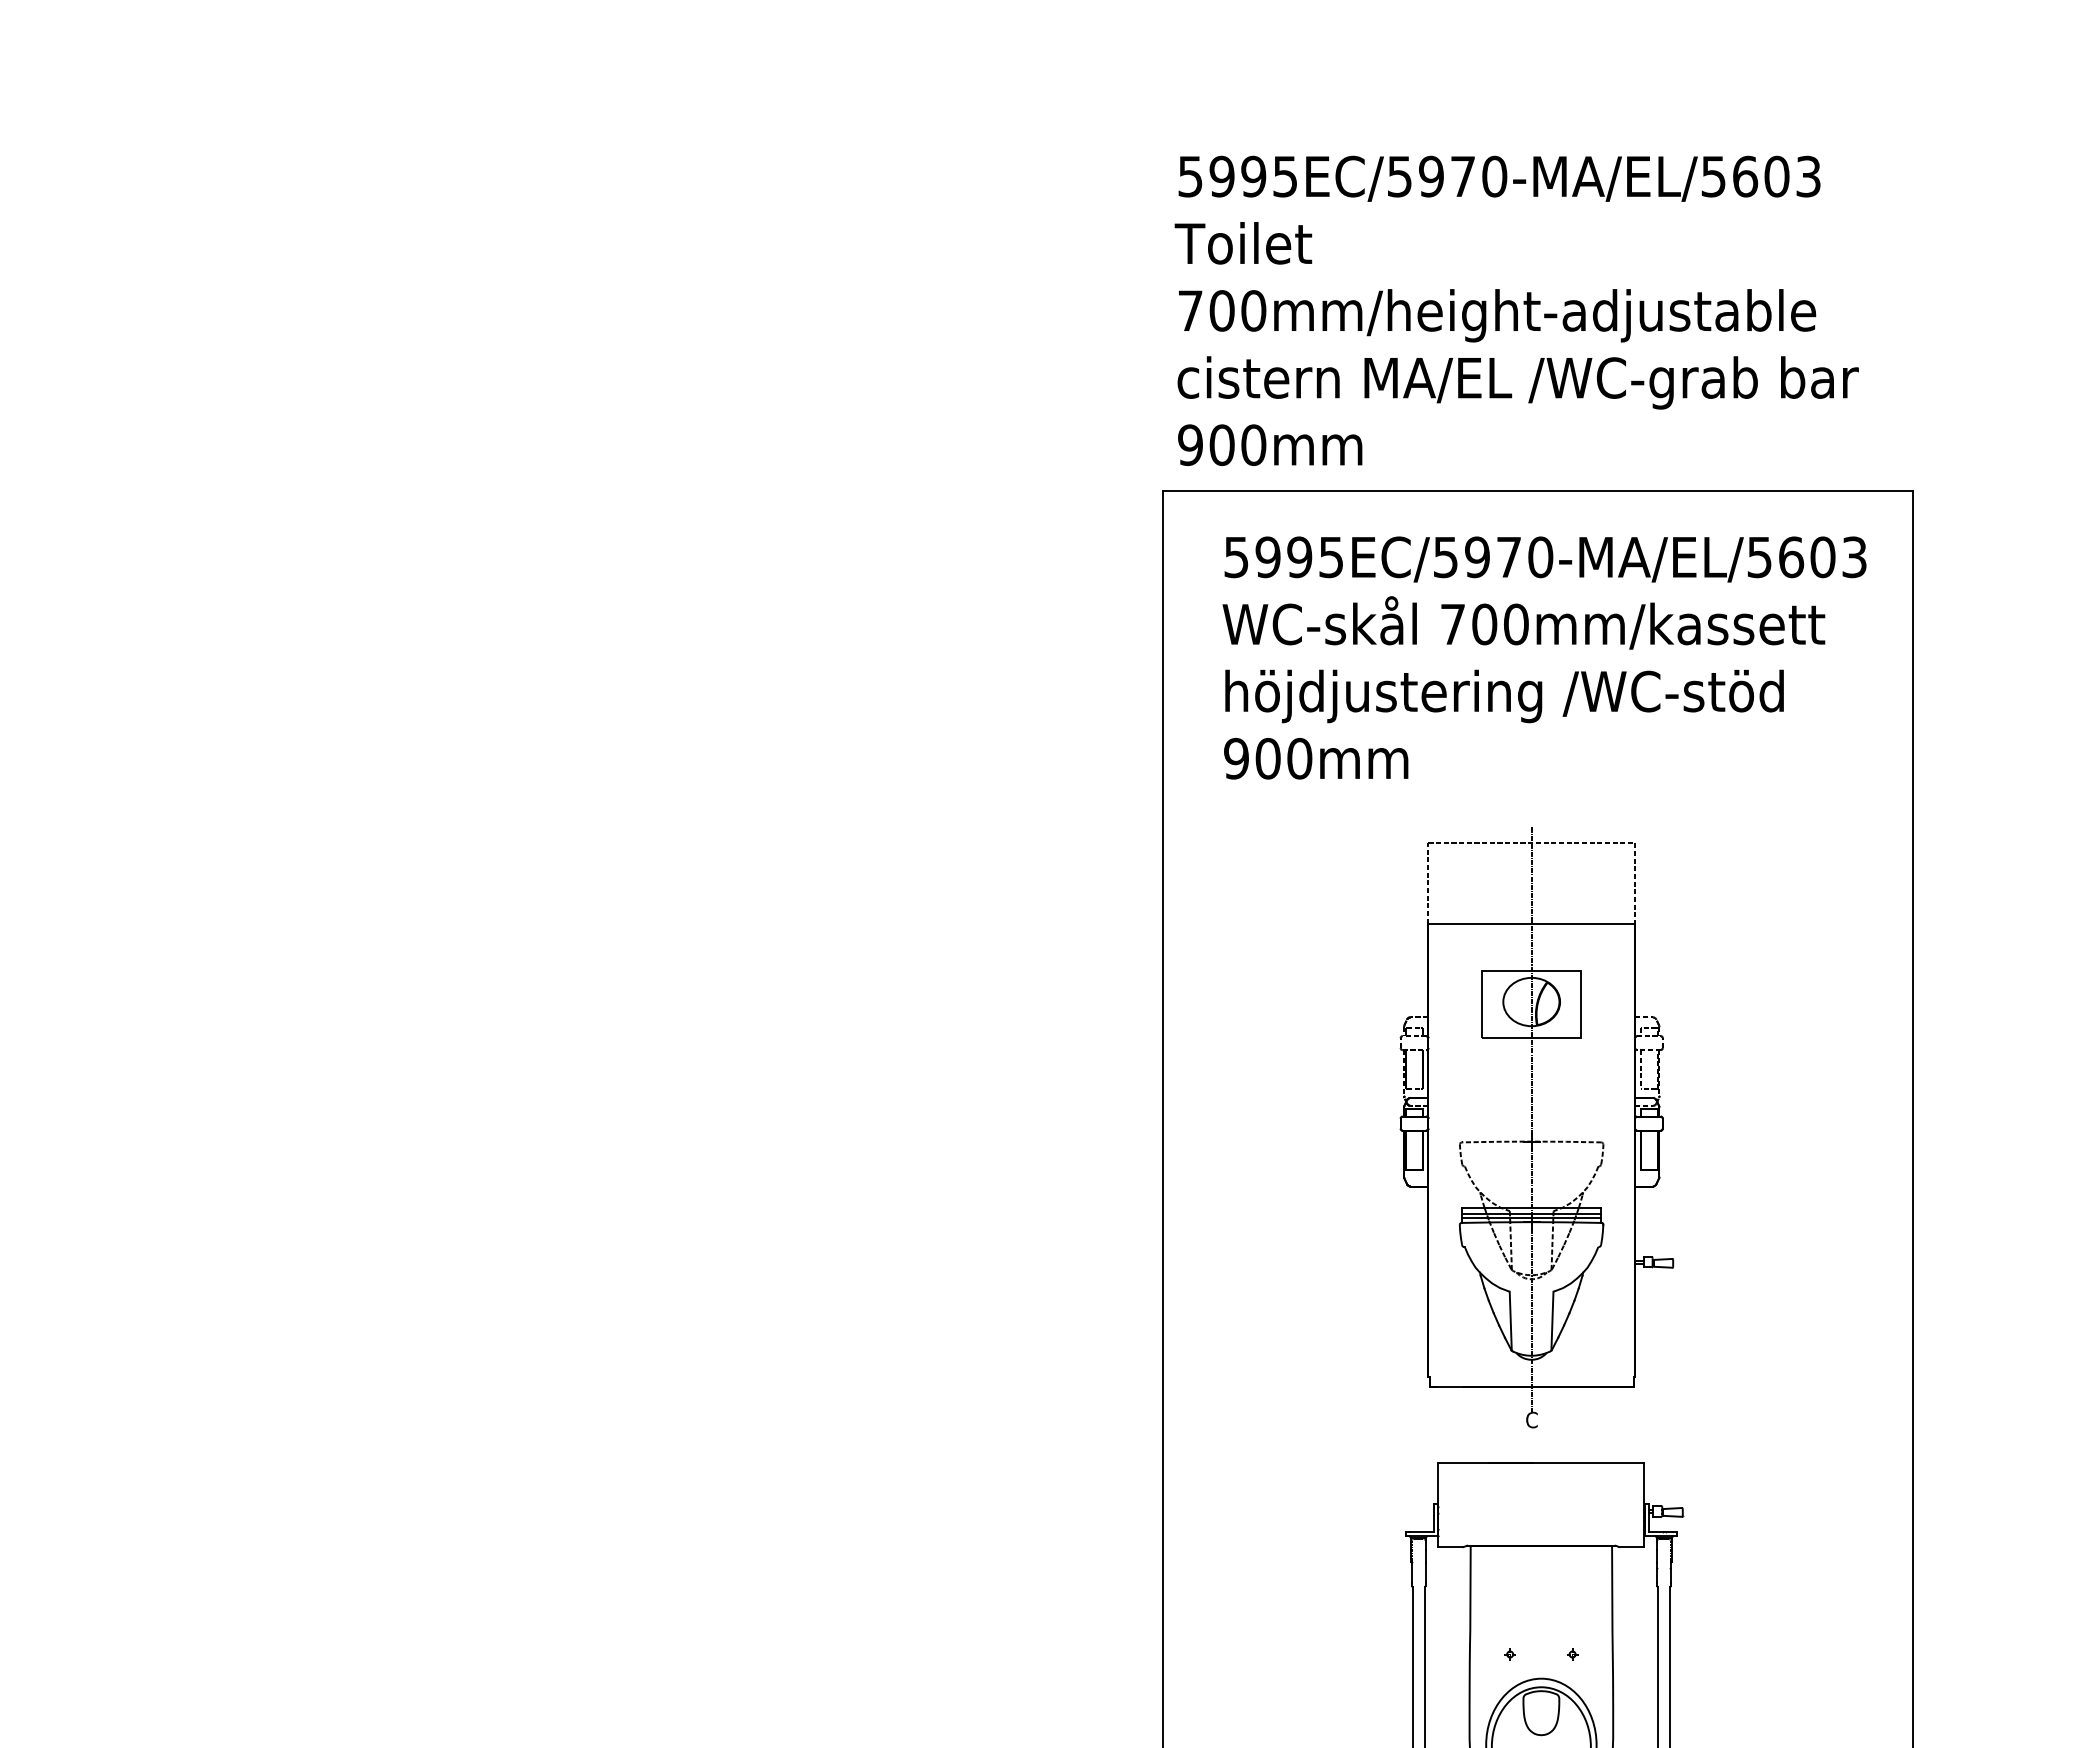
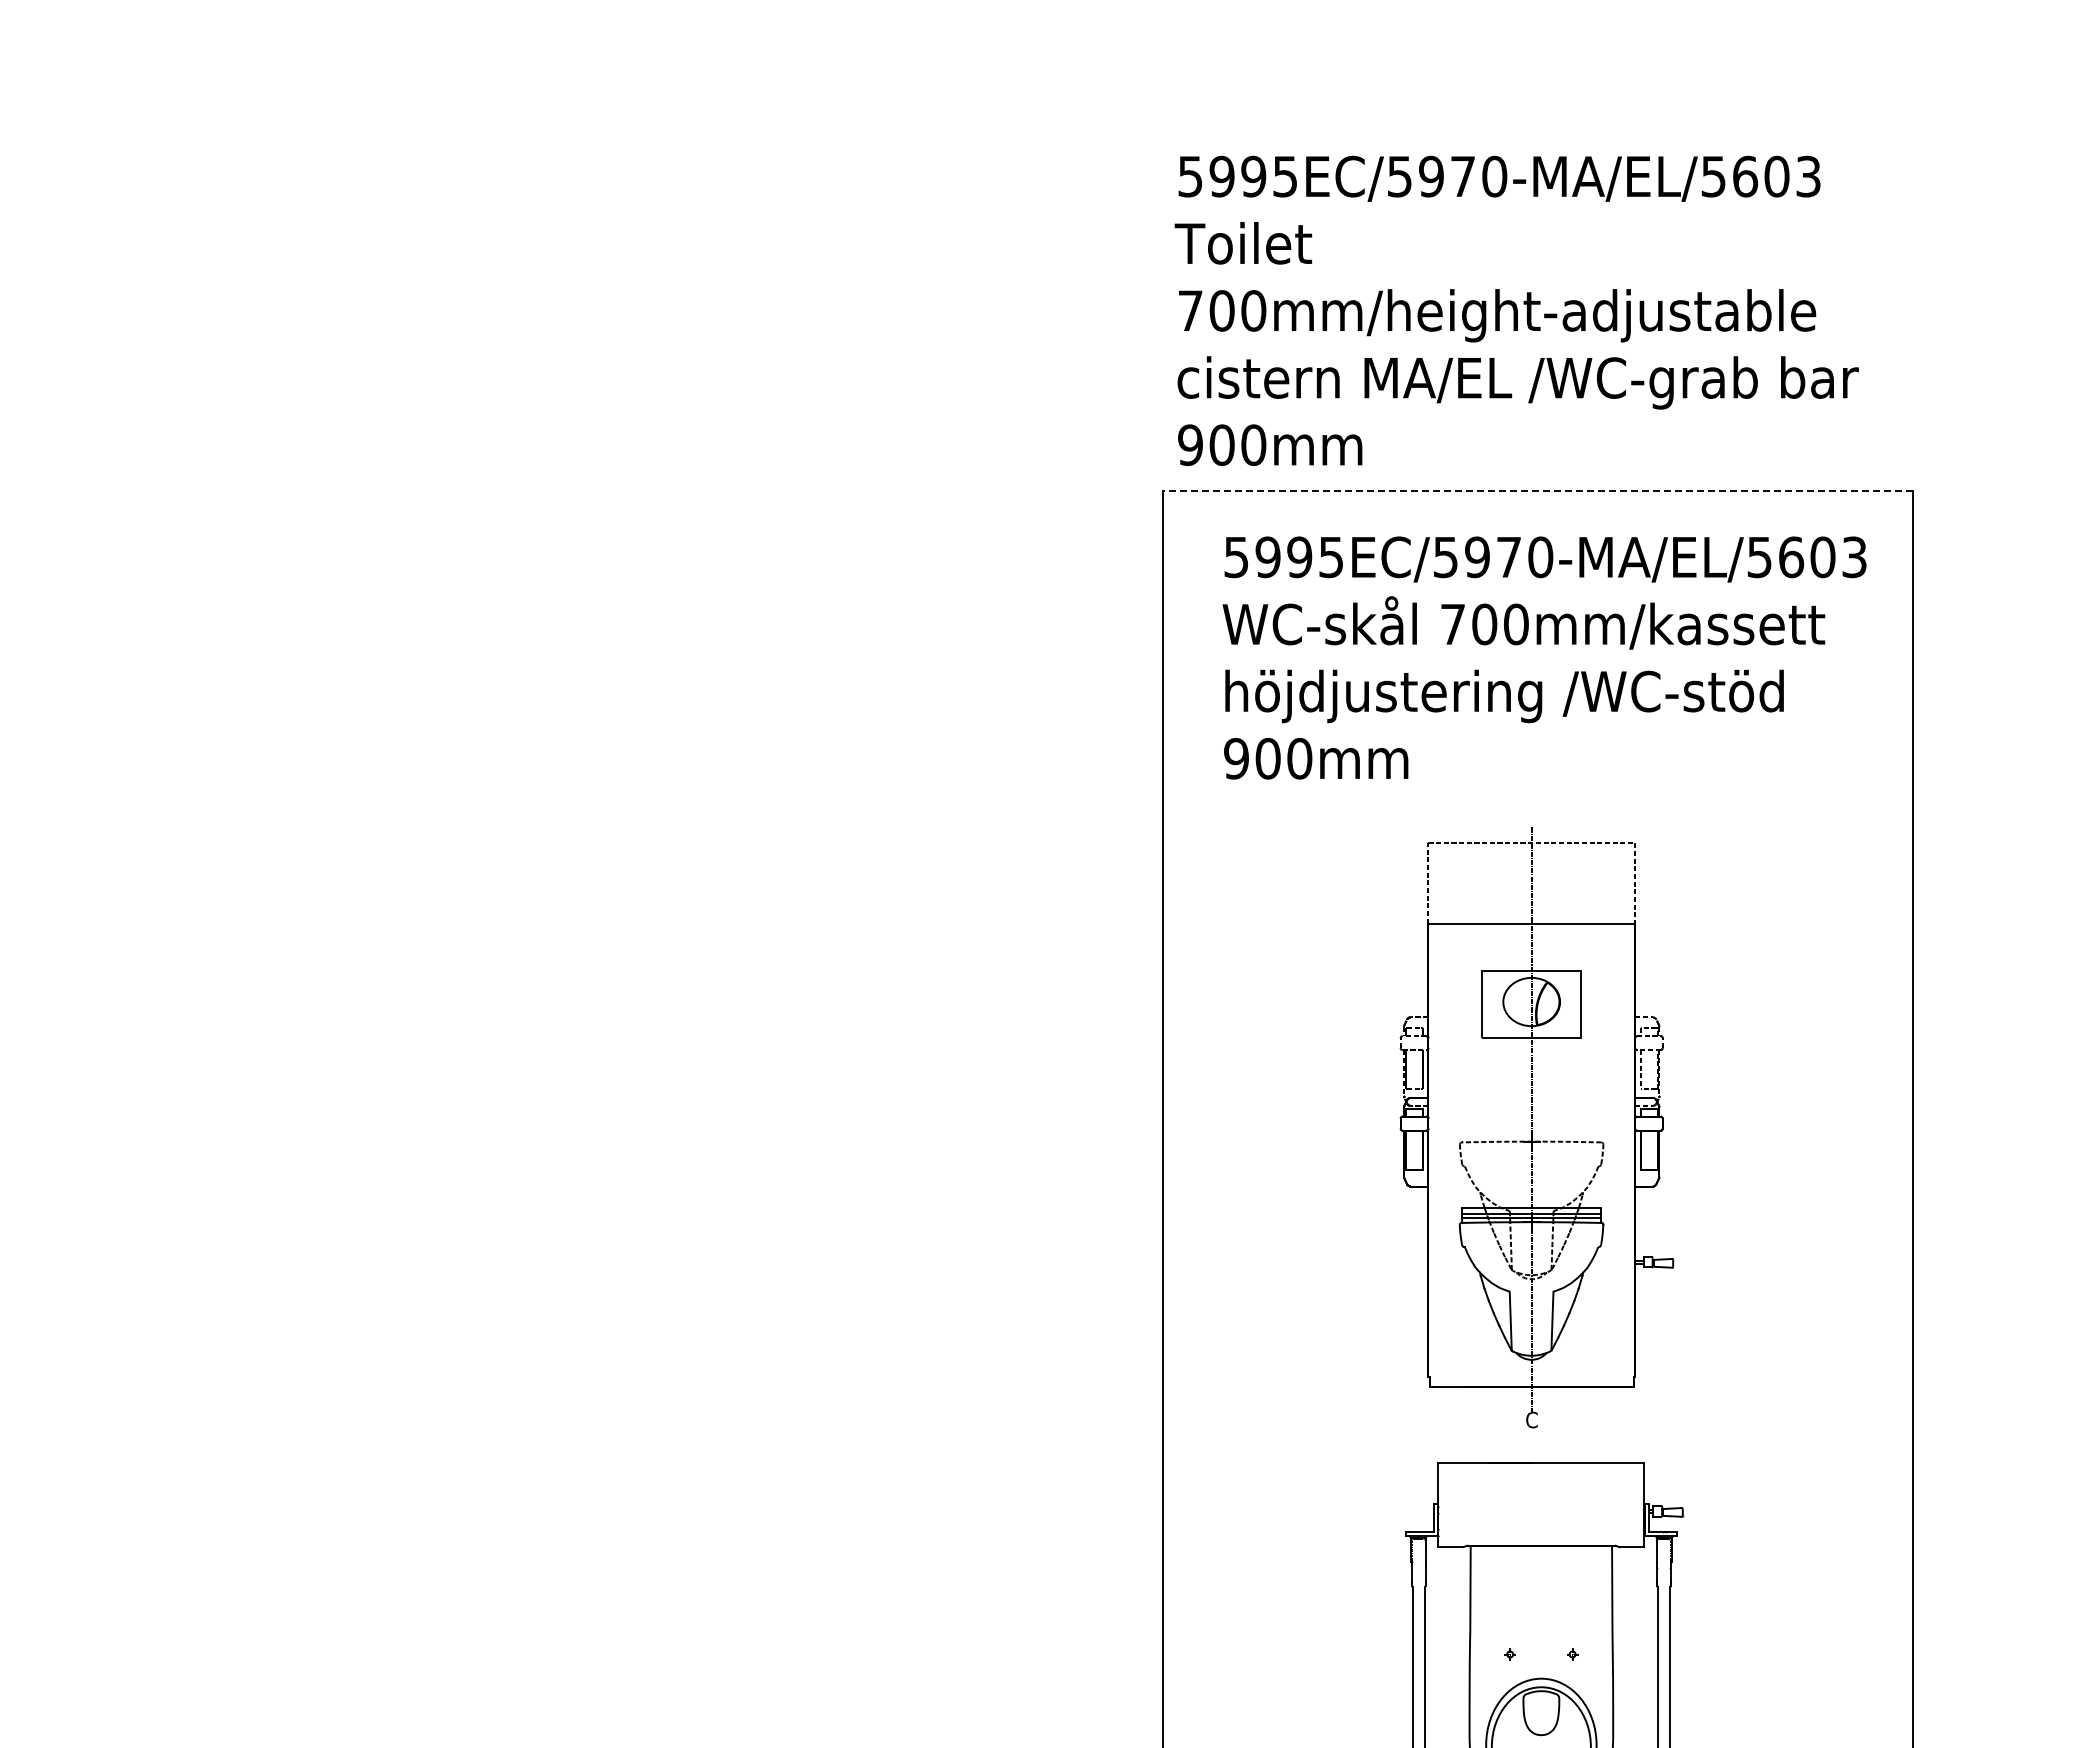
line at (1537, 490): solid -> dashed
